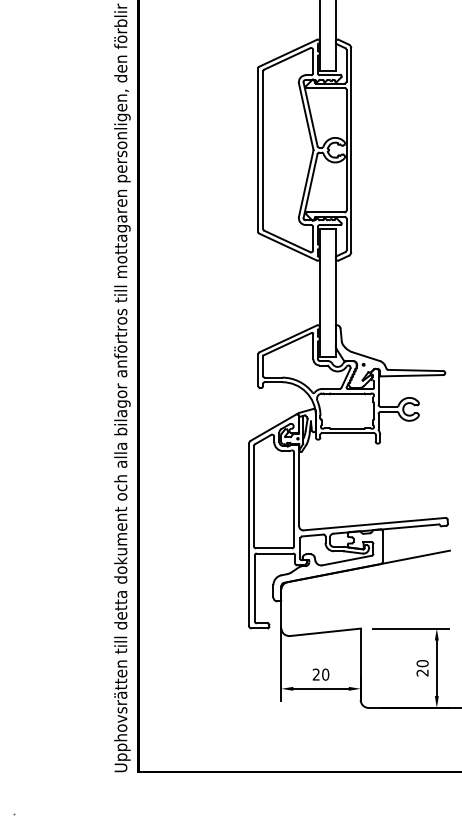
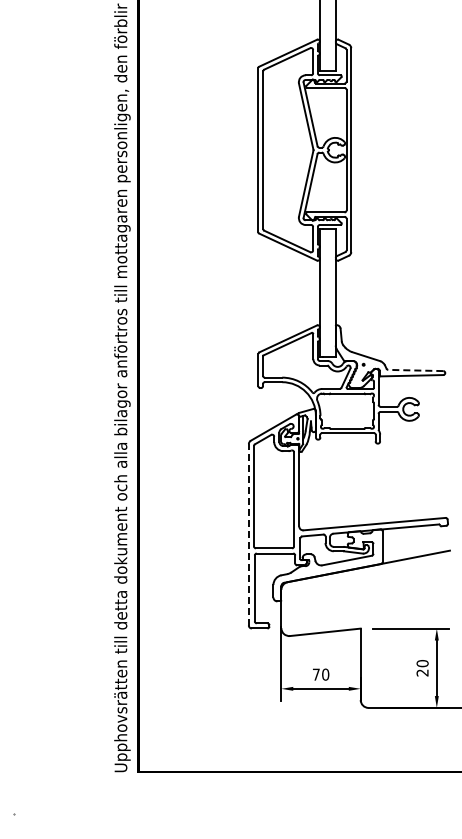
line at (415, 370): solid -> dashed
line at (248, 534): solid -> dashed
text at (315, 674): 20 -> 70
